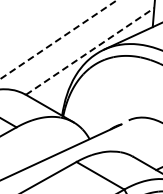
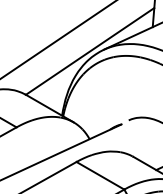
line at (58, 39): dashed -> solid
line at (90, 51): dashed -> solid
